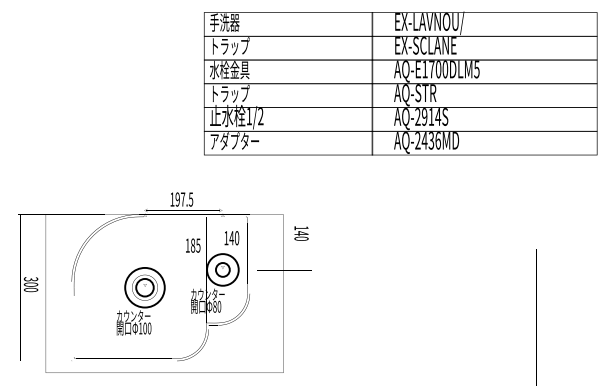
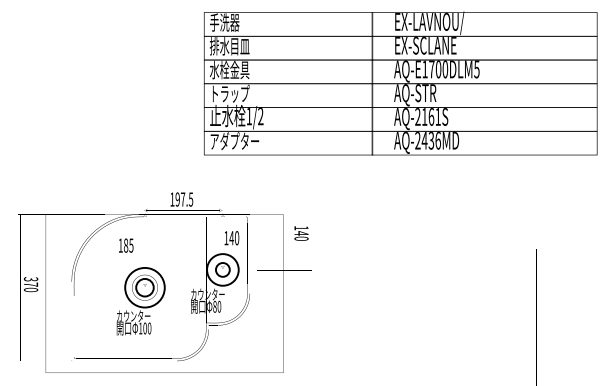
text at (229, 46): トラップ -> 排水目皿
text at (431, 116): AQ-2914S -> AQ-2161S
text at (193, 245) position: (193, 245) -> (126, 245)
text at (30, 284): 300 -> 370
